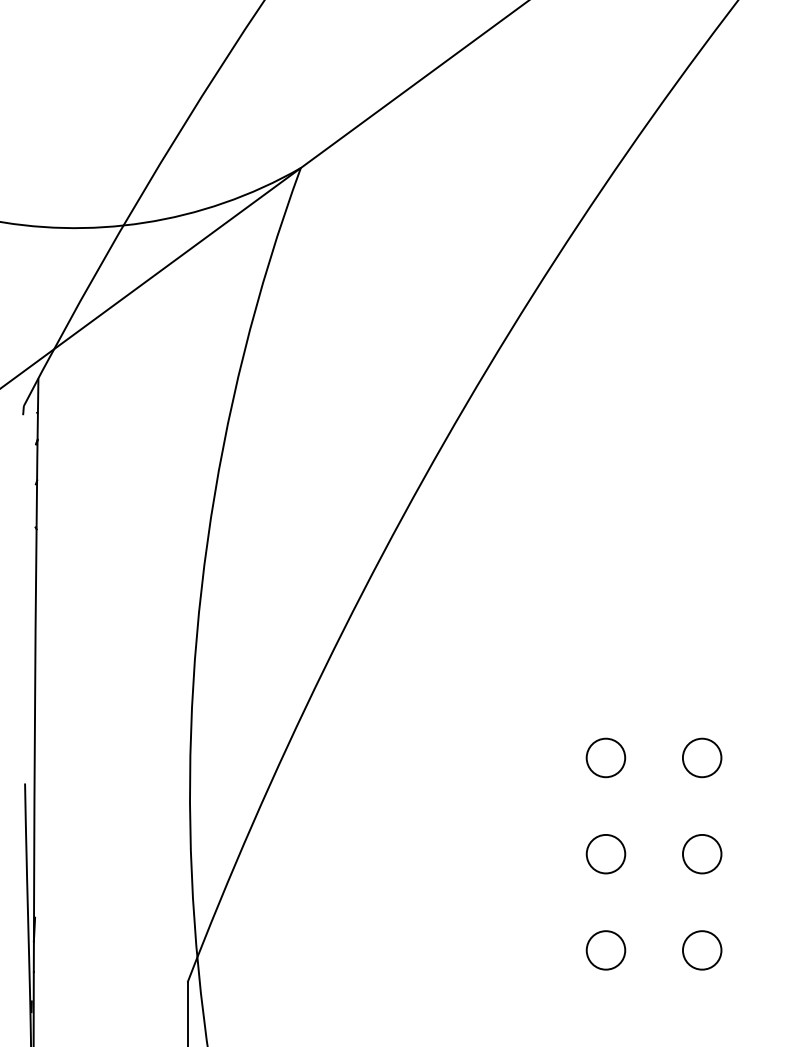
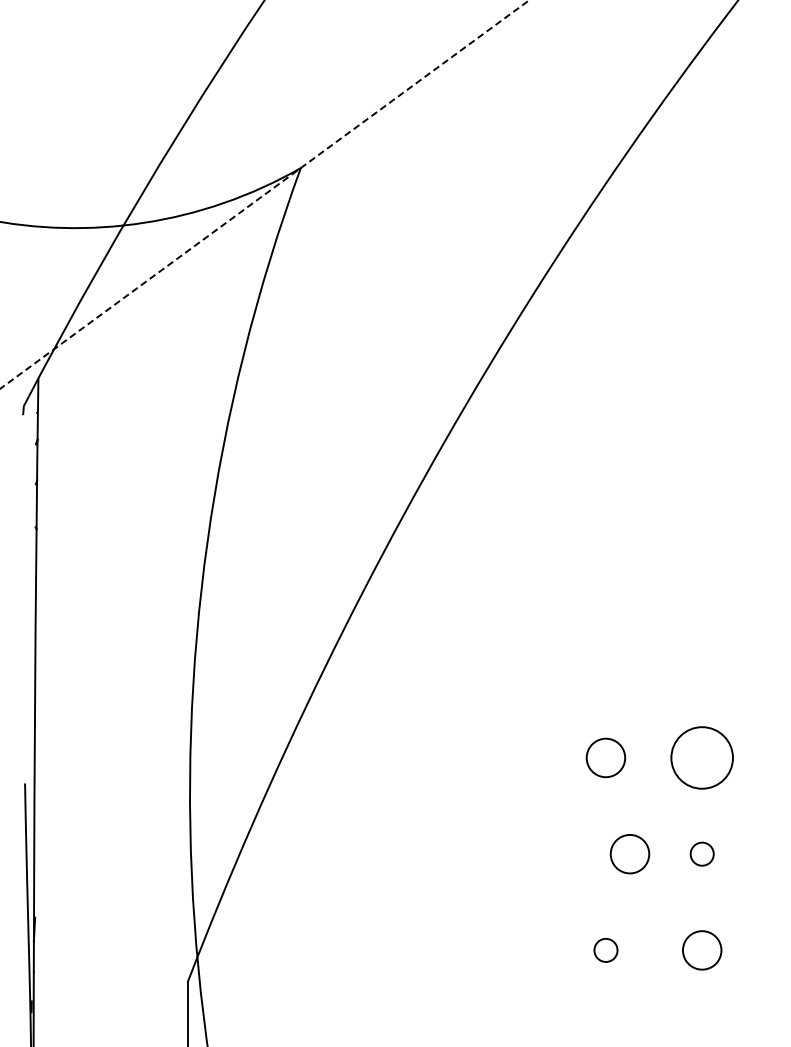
line at (264, 194): solid -> dashed
circle at (701, 757) diameter: 38 px -> 62 px
circle at (701, 853) diameter: 38 px -> 23 px
circle at (605, 854) position: (605, 854) -> (629, 854)
circle at (605, 950) diameter: 38 px -> 23 px
